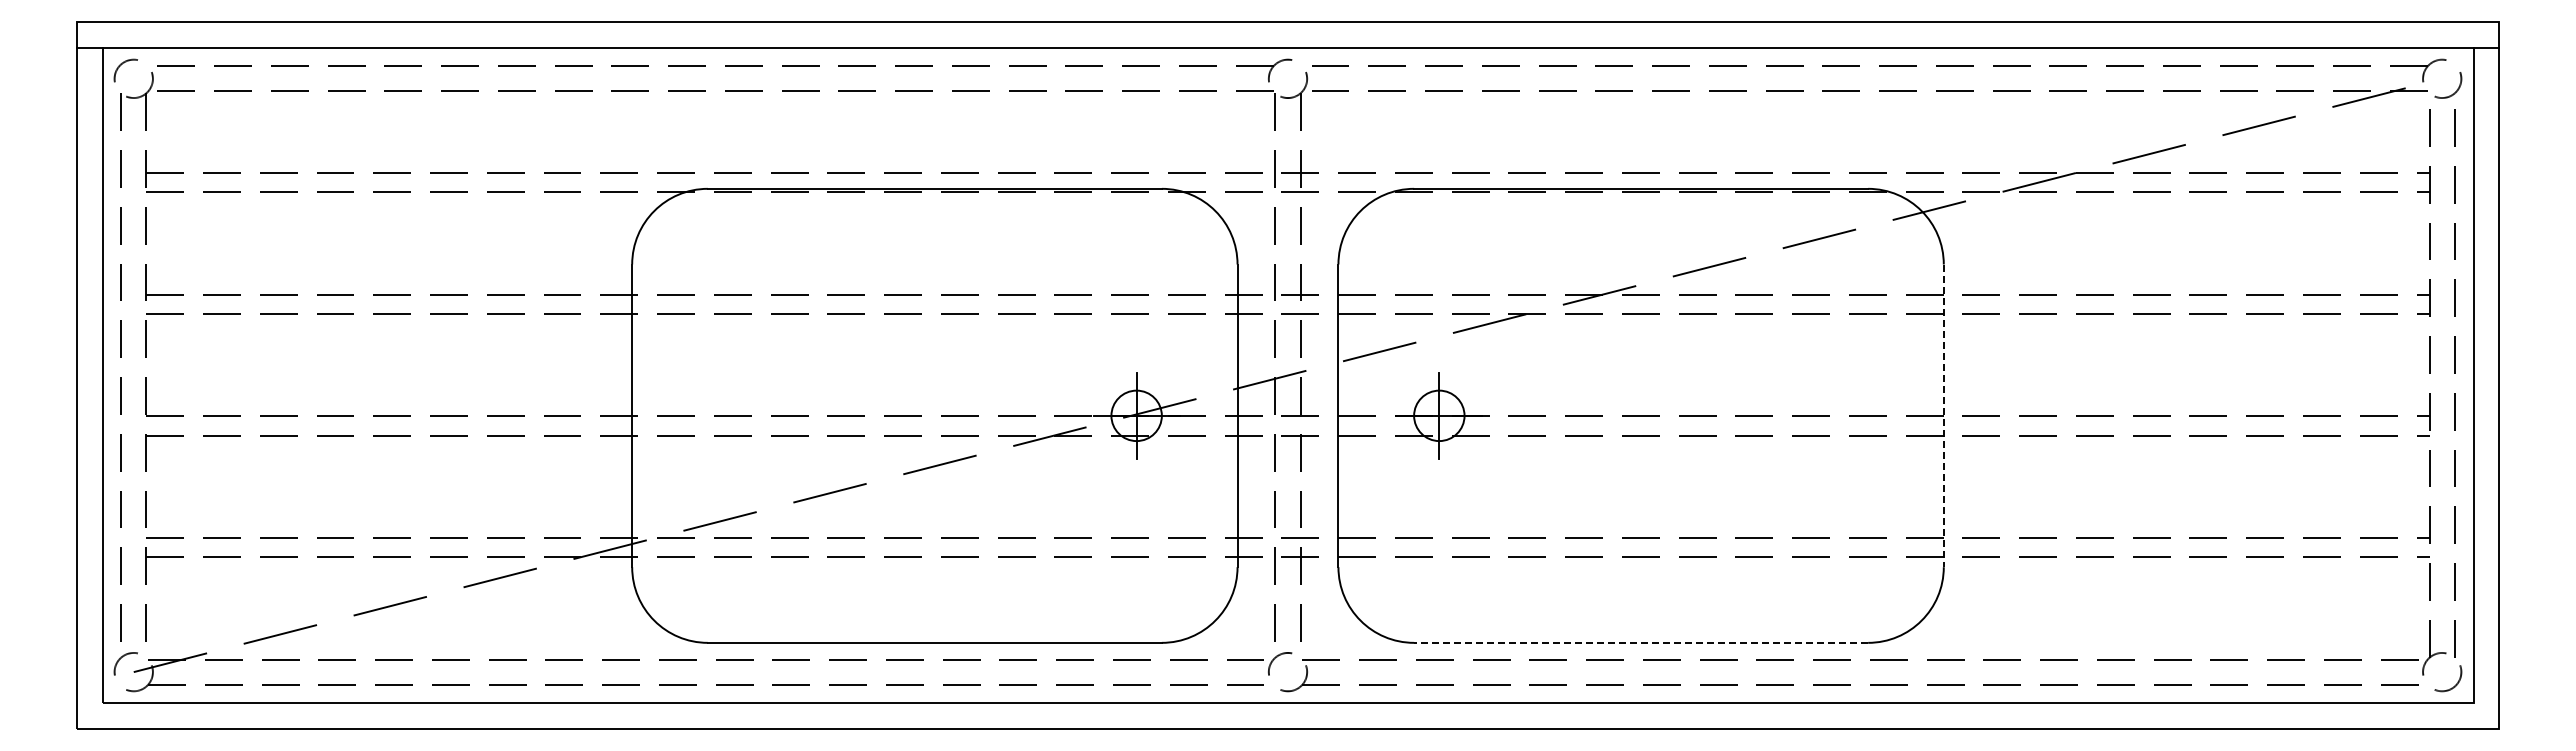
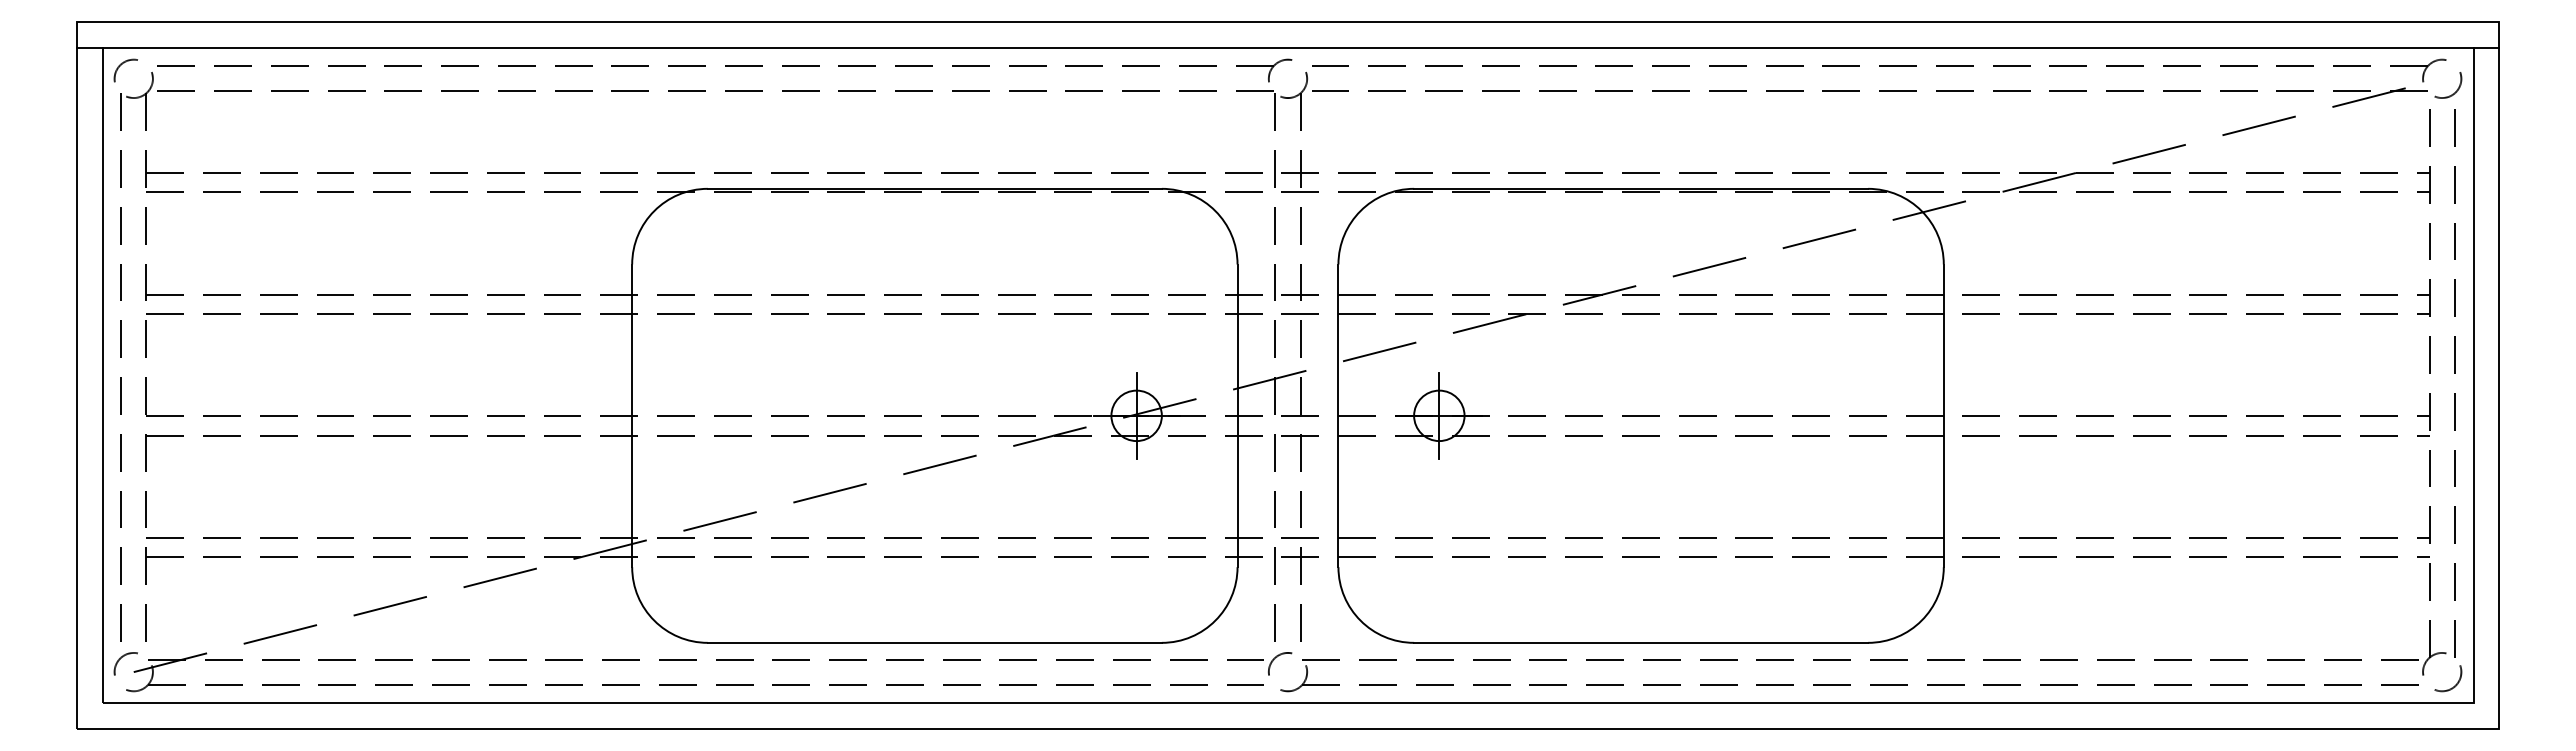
line at (1943, 416): dashed -> solid
line at (1640, 642): dashed -> solid
